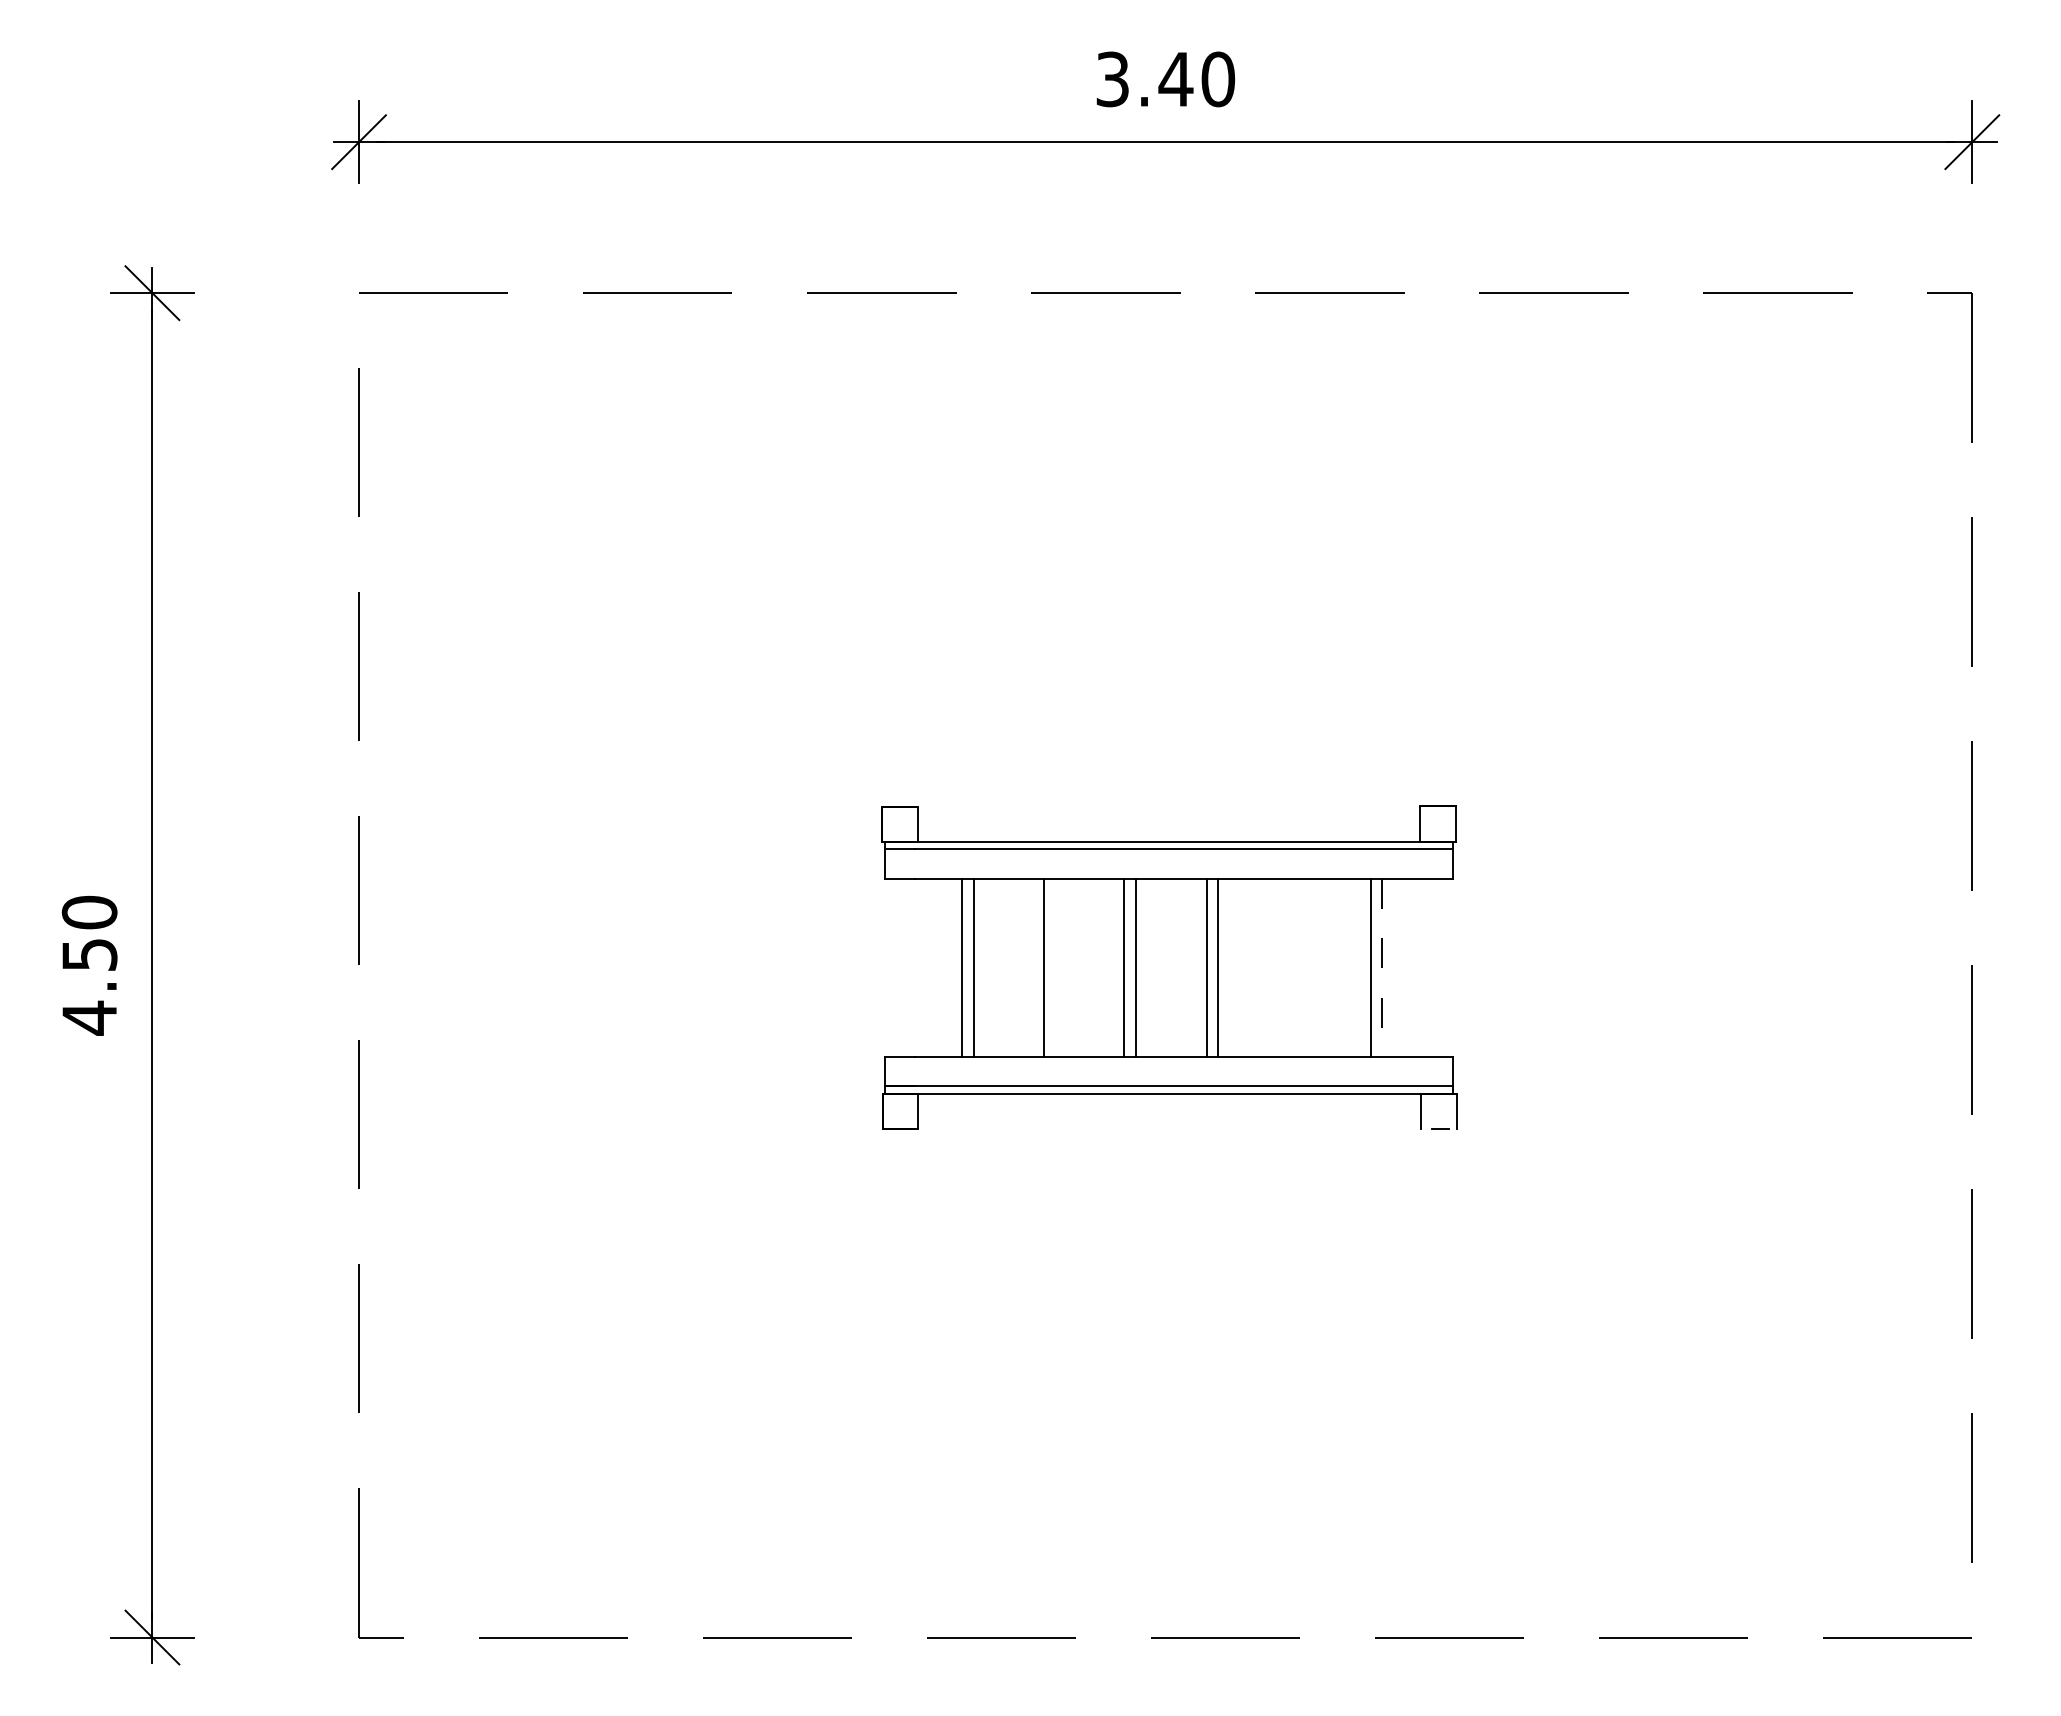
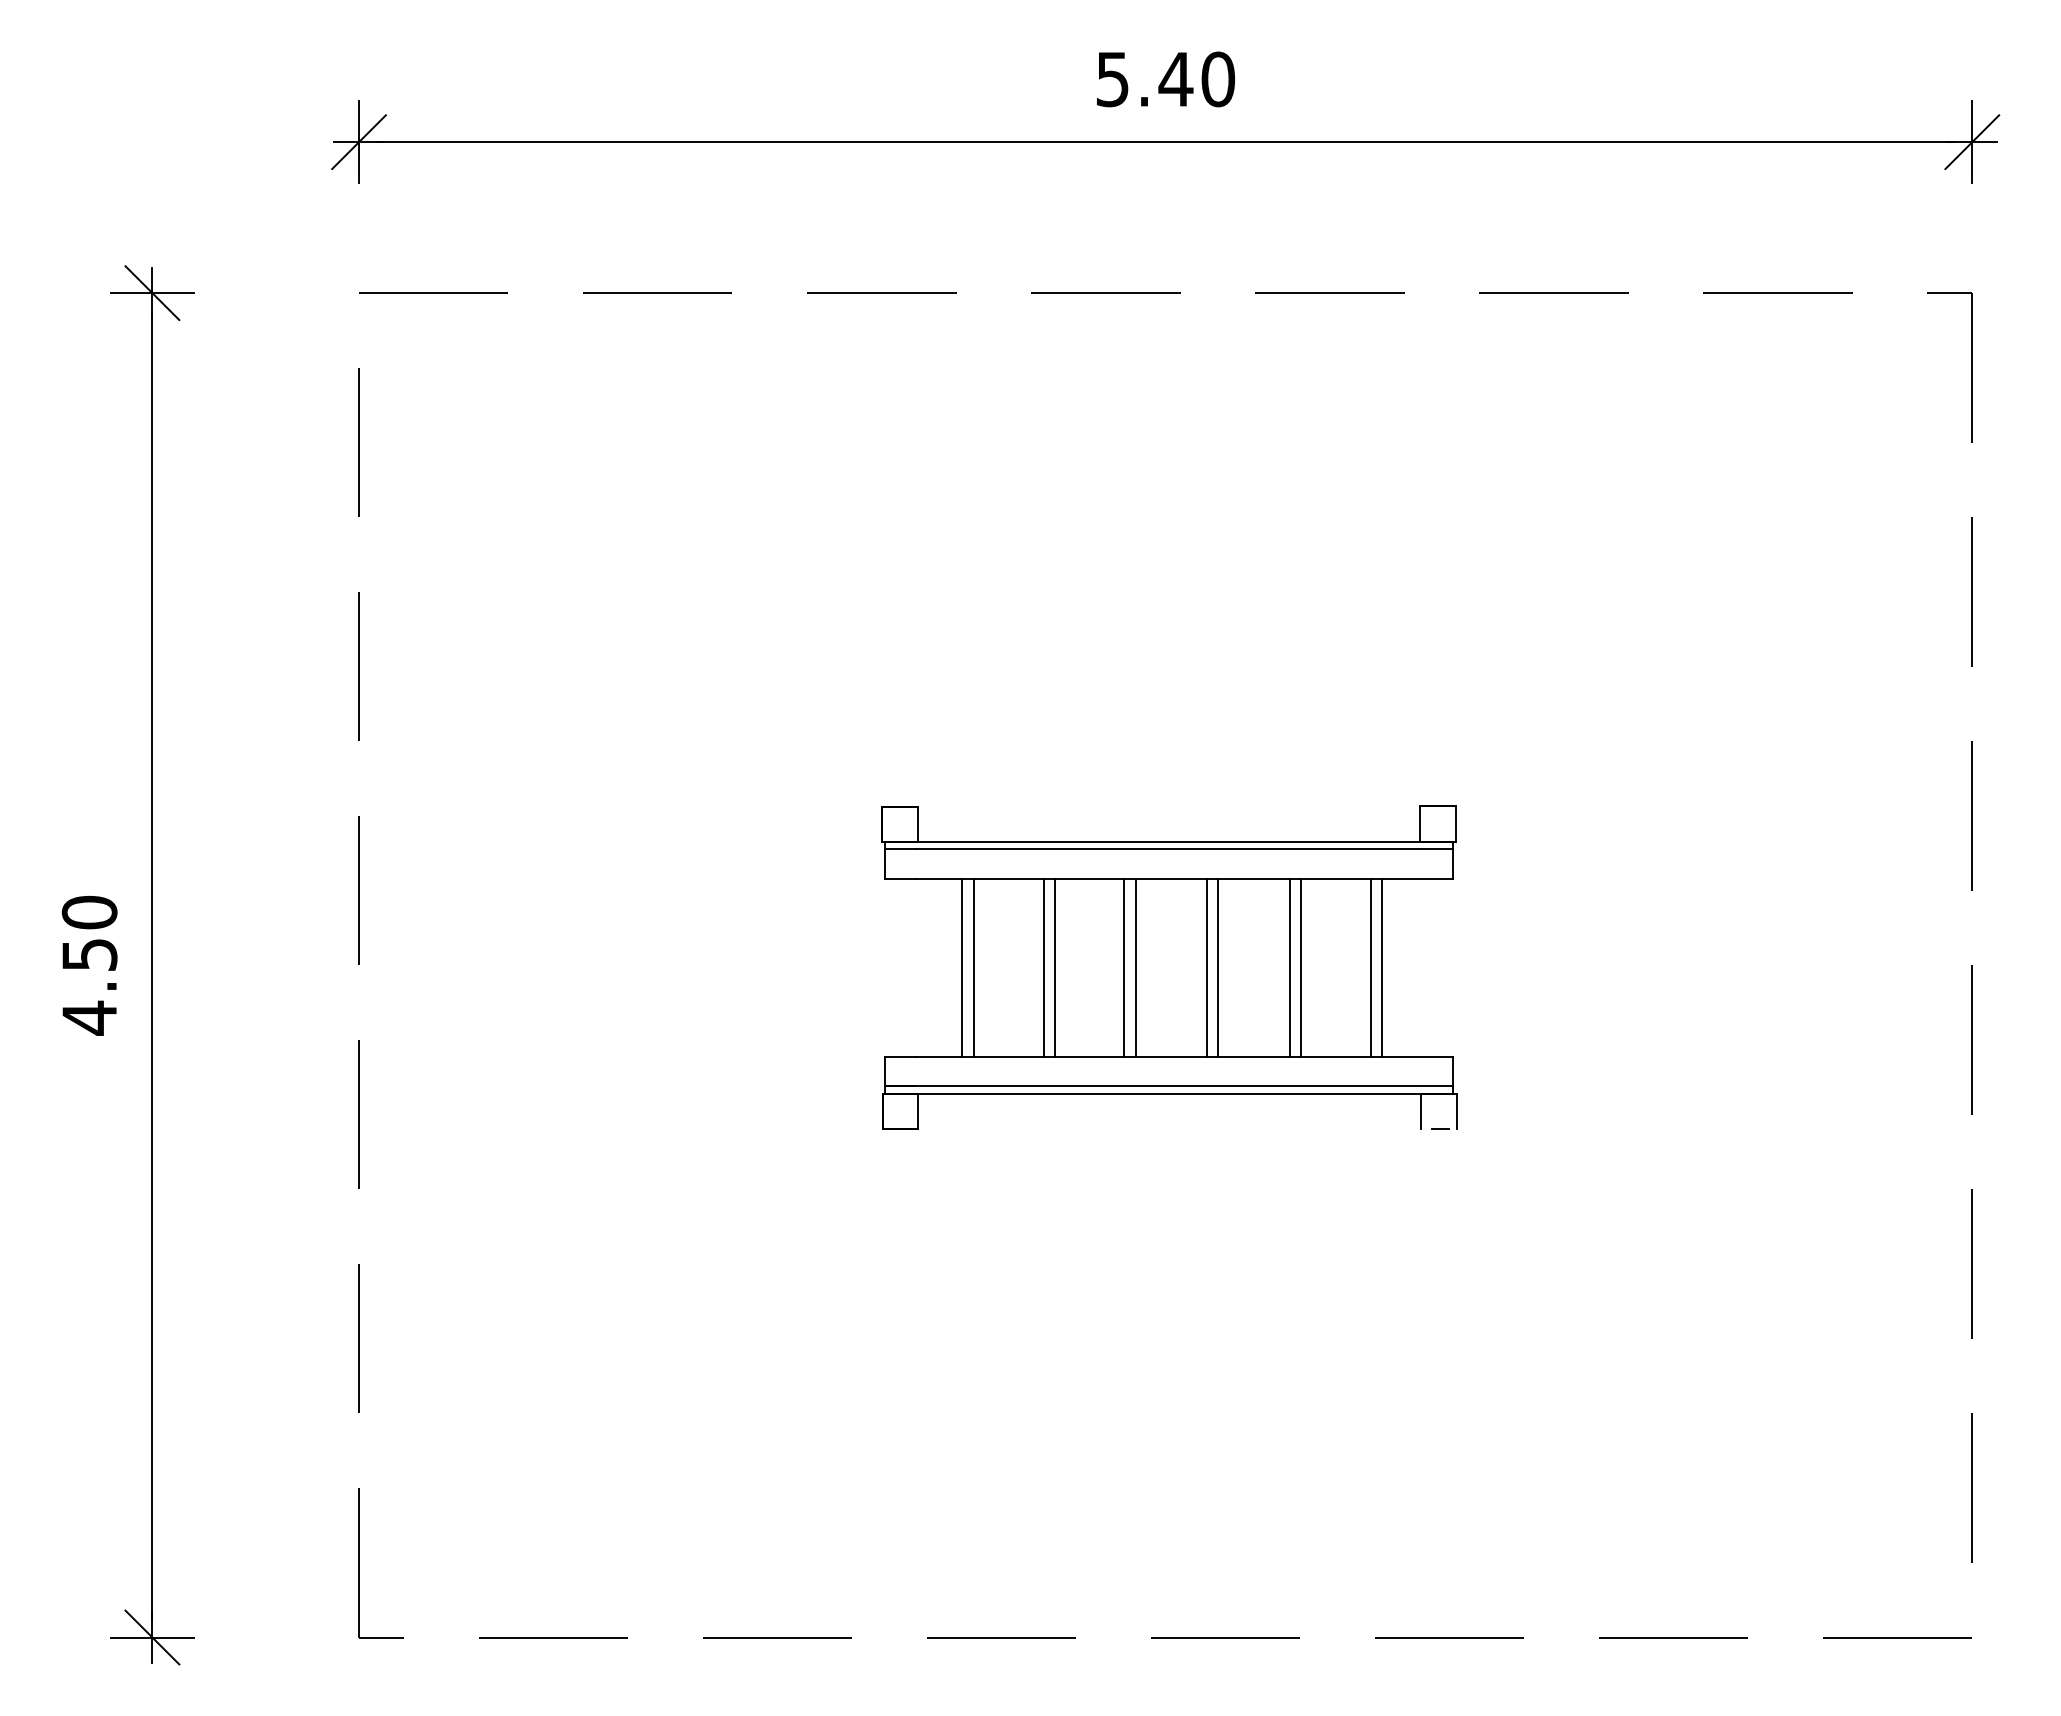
text at (1112, 78): 3.40 -> 5.40
line at (1055, 967): none -> present
line at (1289, 967): none -> present
line at (1301, 967): none -> present
line at (1382, 967): dashed -> solid
